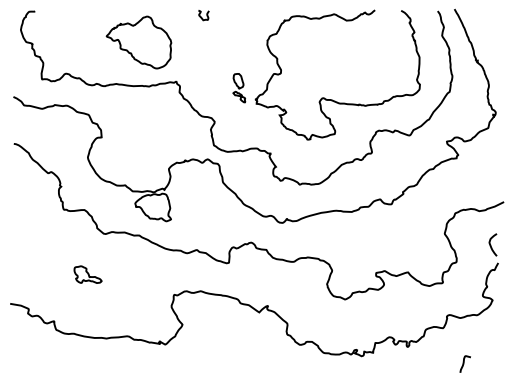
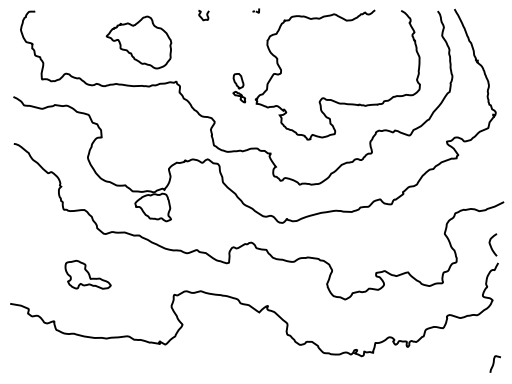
part at (256, 10): none -> present
part at (87, 274) size: 30x19 px -> 48x31 px
curve at (464, 363) position: (464, 363) -> (494, 363)
